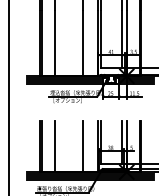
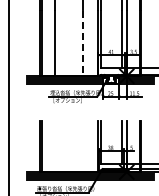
line at (83, 43): solid -> dashed
line at (54, 146): present -> none
line at (83, 146): present -> none
